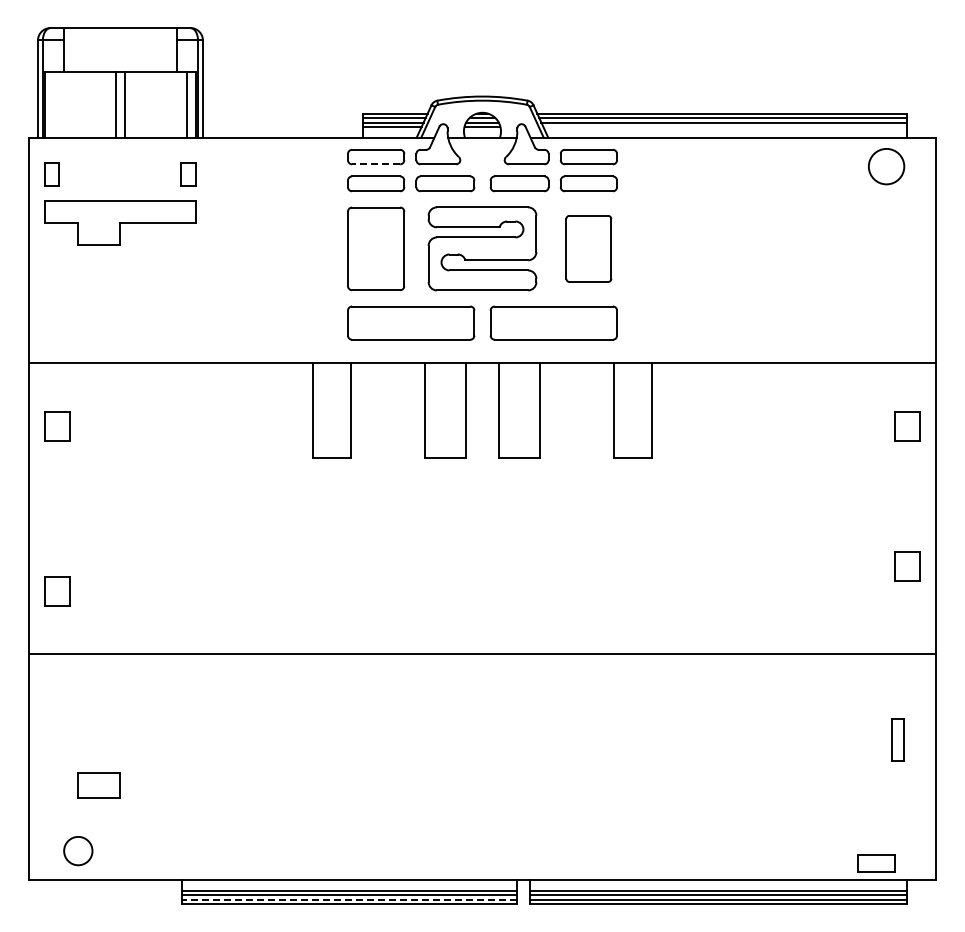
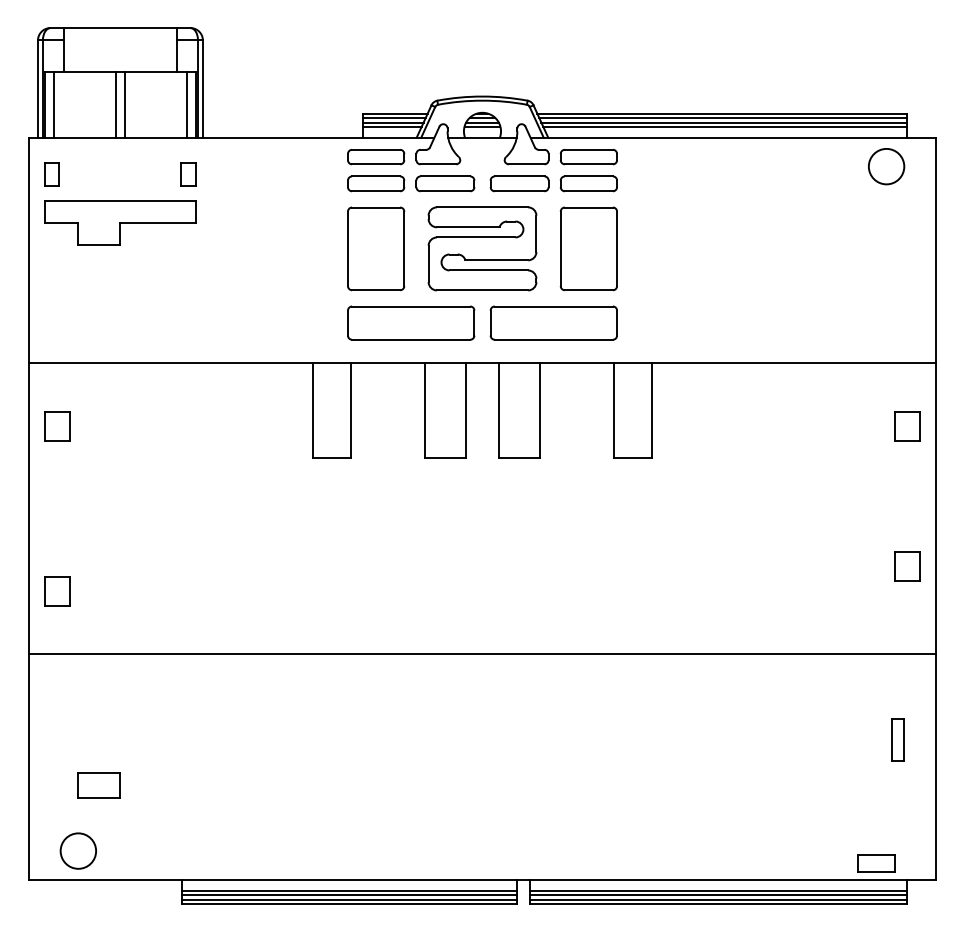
line at (53, 104): none -> present
line at (725, 127): none -> present
line at (375, 164): dashed -> solid
part at (588, 248) size: 48x68 px -> 59x86 px
circle at (78, 851) size: 31x31 px -> 38x38 px
line at (349, 899): dashed -> solid
